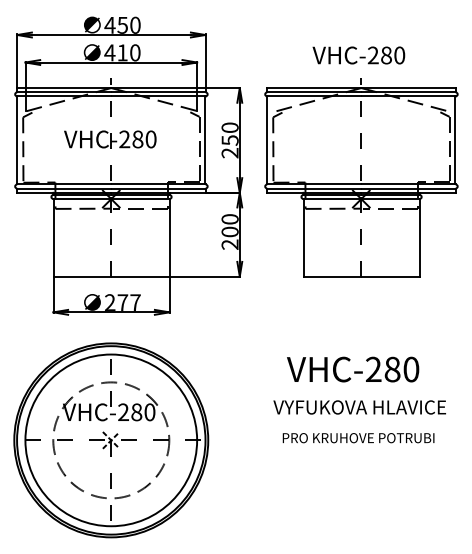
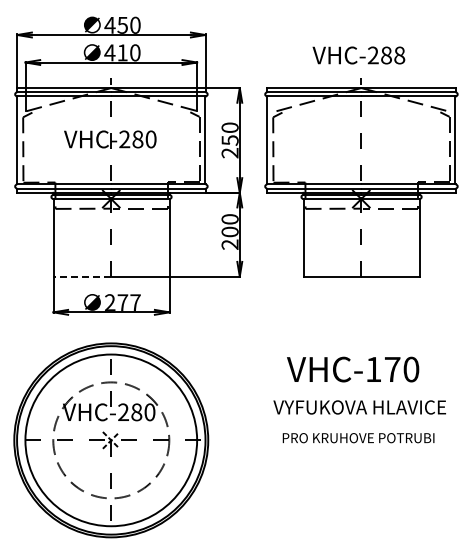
text at (399, 55): VHC-280 -> VHC-288
line at (82, 276): solid -> dashed
text at (383, 369): VHC-280 -> VHC-170
